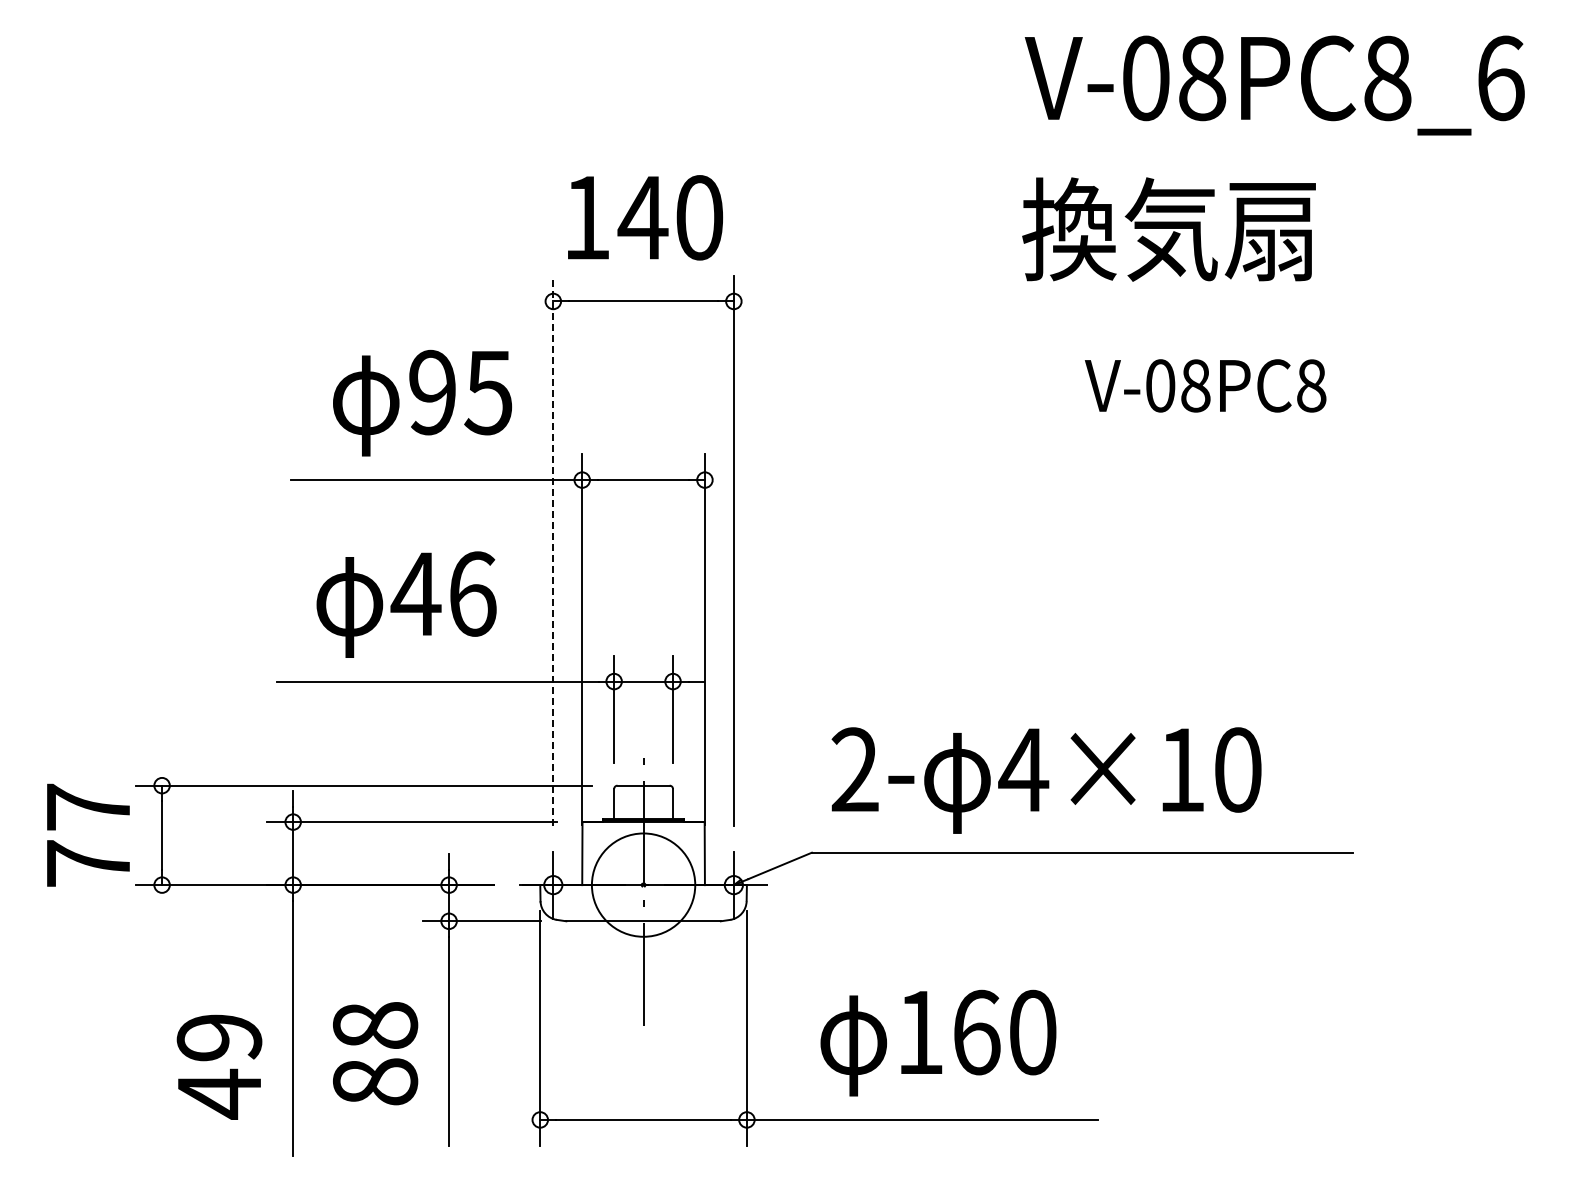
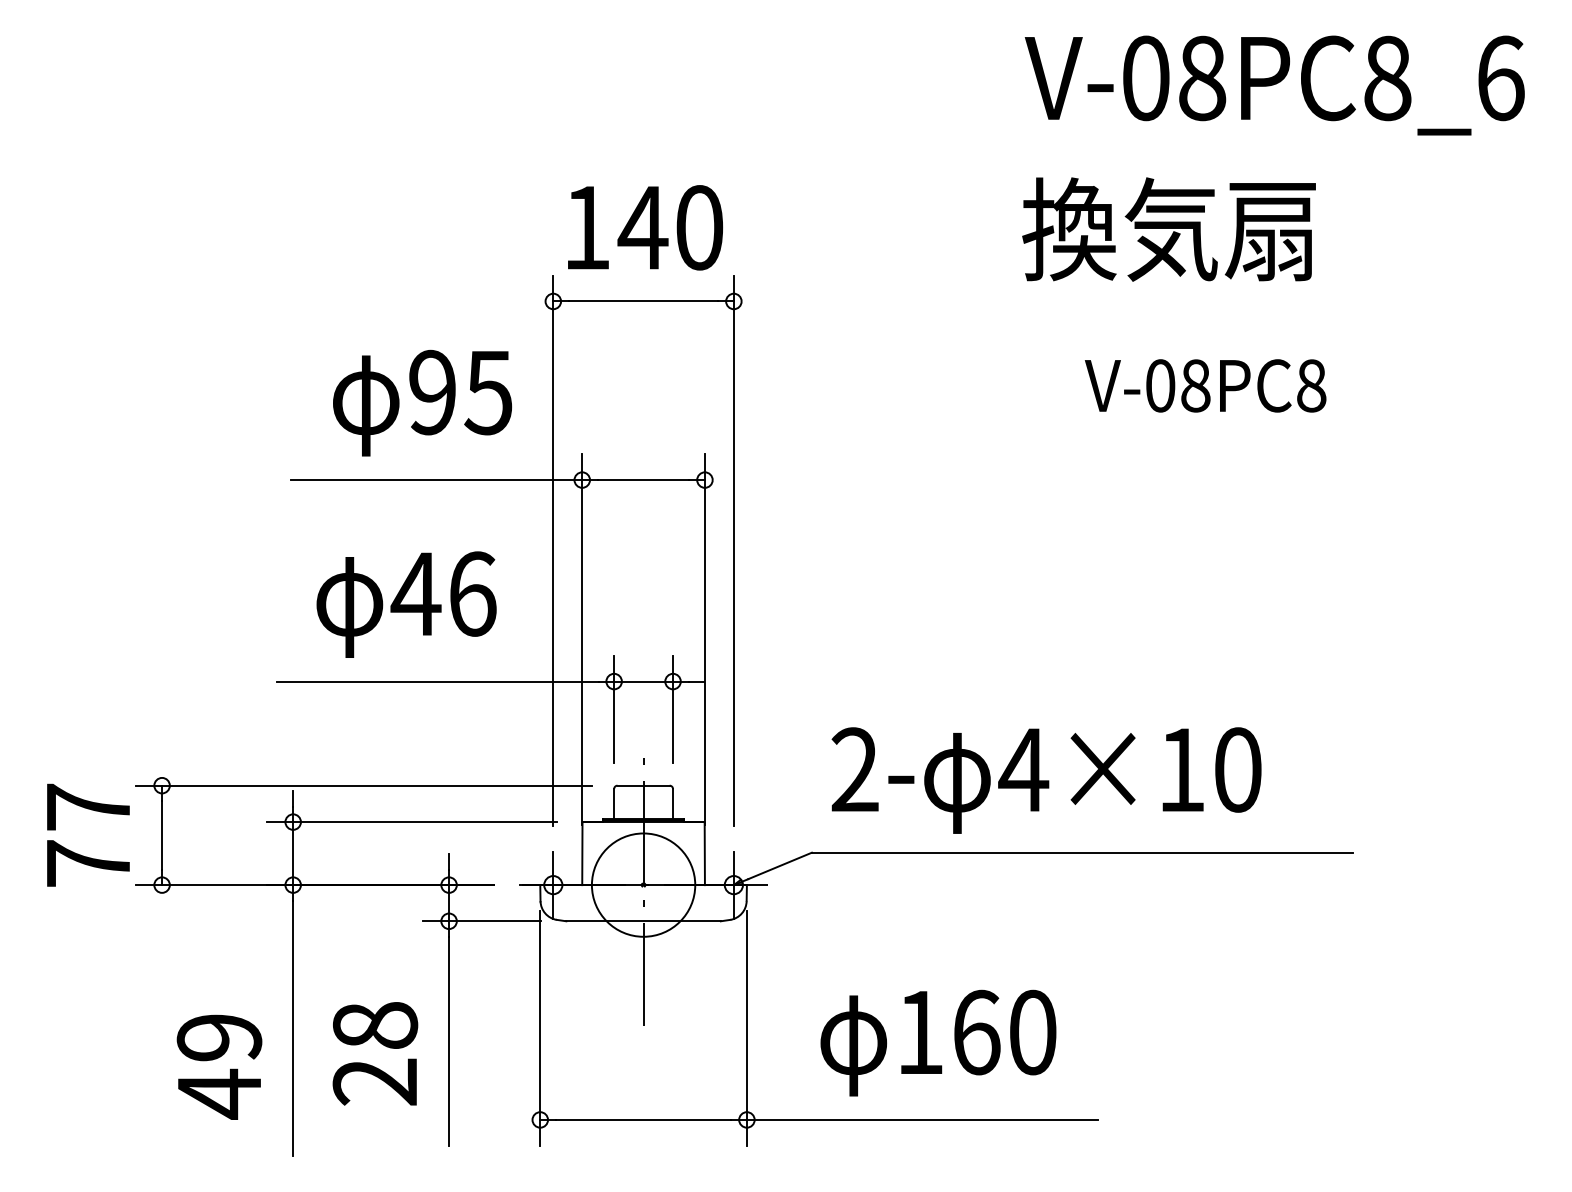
text at (645, 217) position: (645, 217) -> (645, 227)
line at (553, 550): dashed -> solid
text at (375, 1081): 88 -> 28
